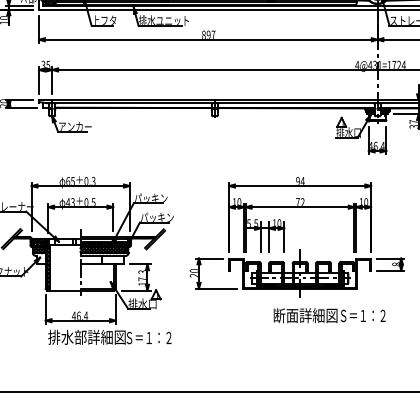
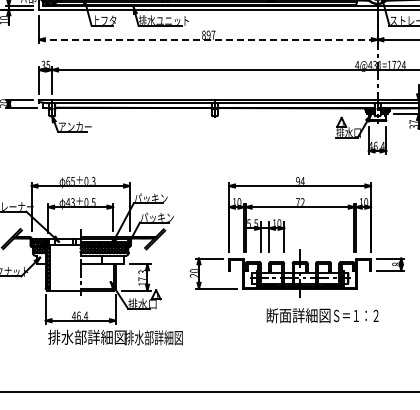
line at (208, 39): solid -> dashed
text at (329, 315) position: (329, 315) -> (322, 315)
text at (153, 337): Ｓ＝１：２ -> 排水部詳細図
